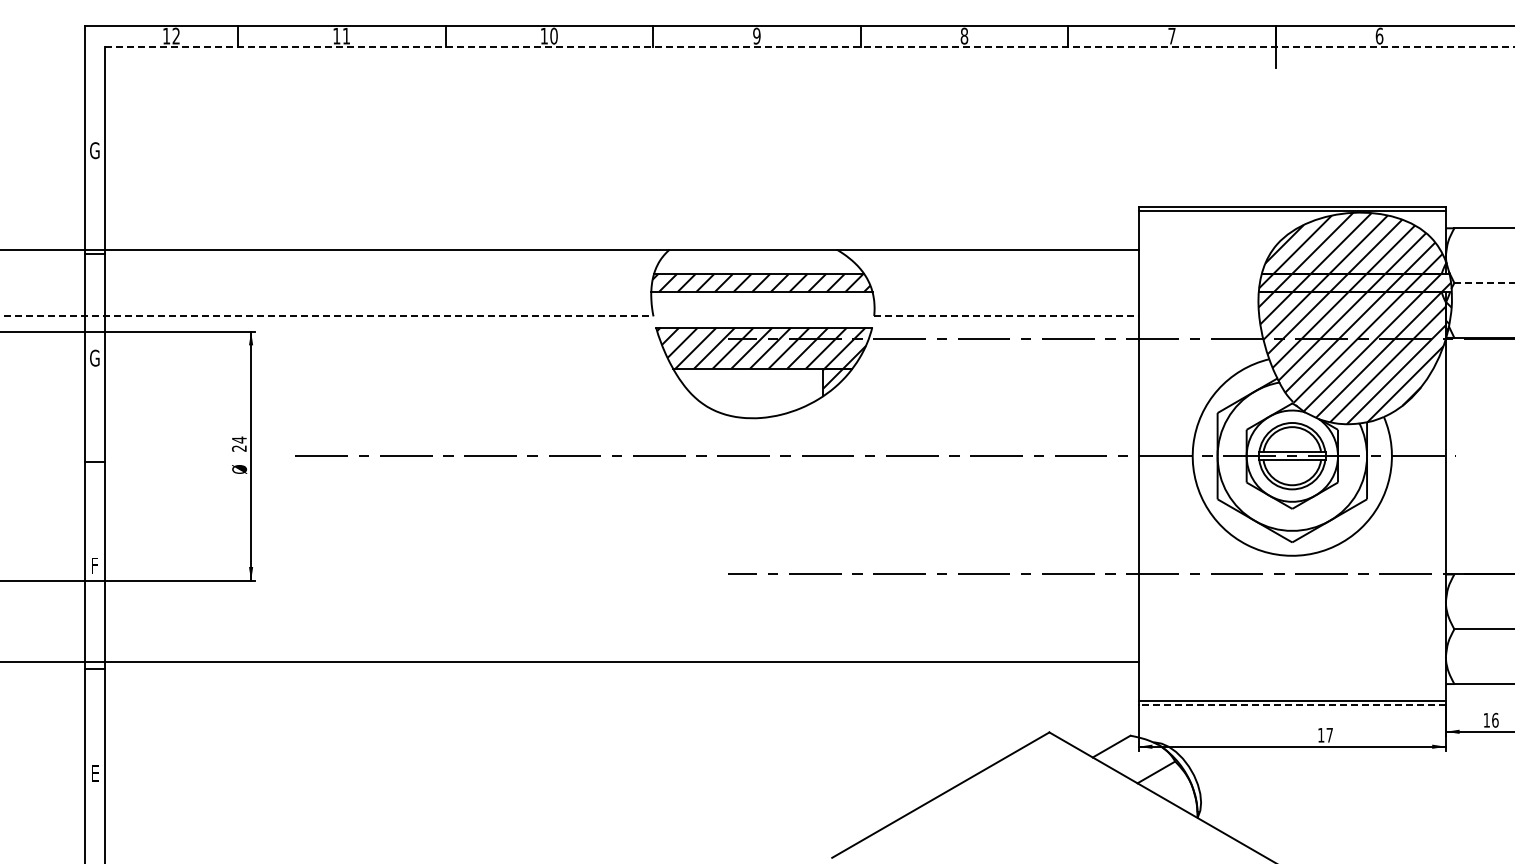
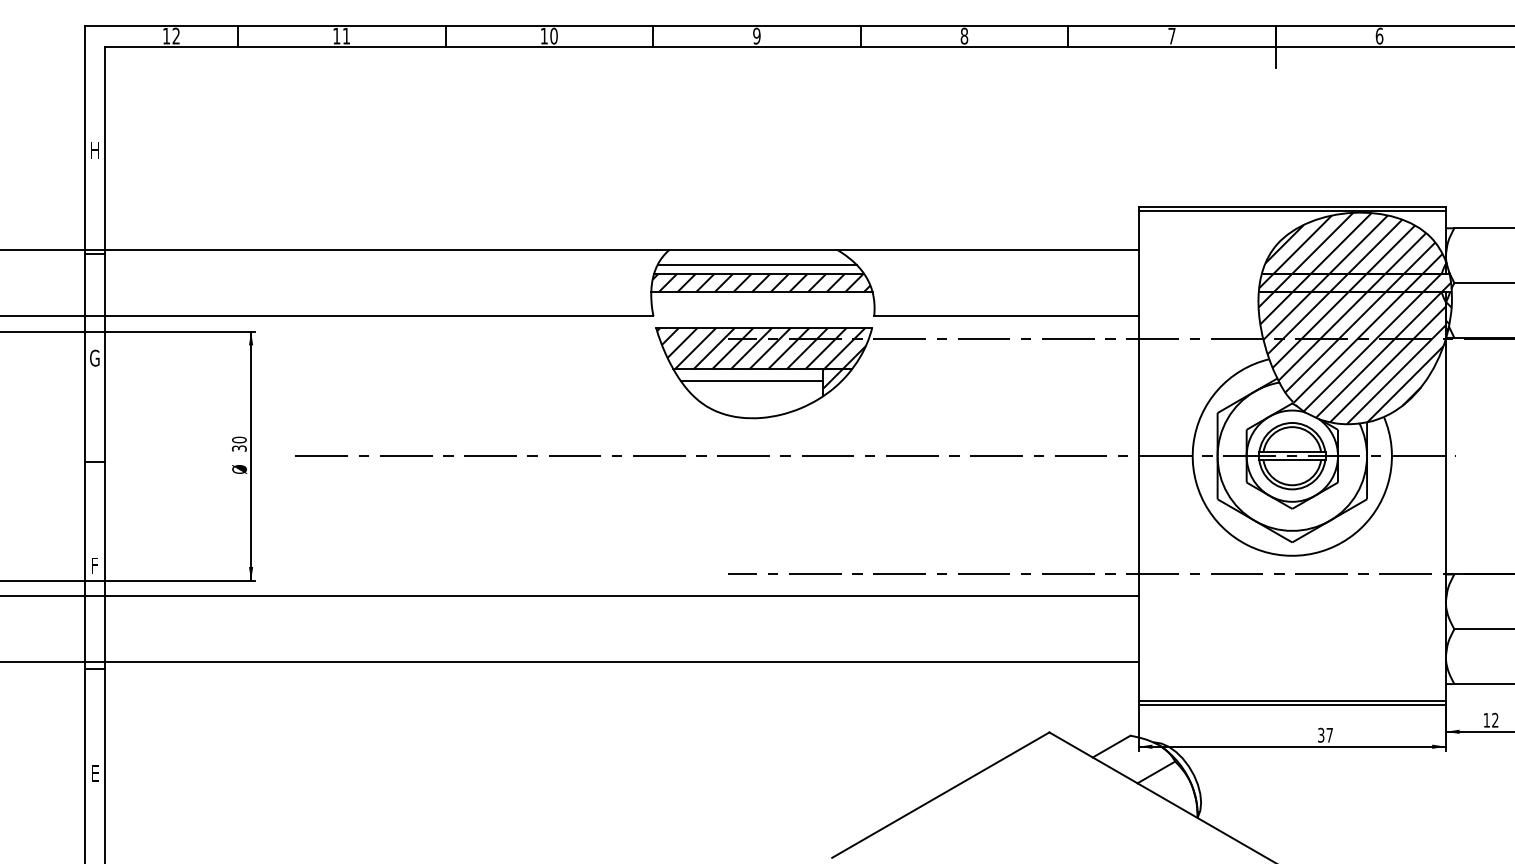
line at (810, 46): dashed -> solid
text at (94, 150): G -> H
line at (756, 265): none -> present
line at (1484, 283): dashed -> solid
line at (326, 316): dashed -> solid
line at (1006, 316): dashed -> solid
line at (752, 381): none -> present
text at (239, 443): 24 -> 30
line at (570, 596): none -> present
line at (1292, 705): dashed -> solid
text at (1495, 719): 16 -> 12
text at (1321, 734): 17 -> 37
